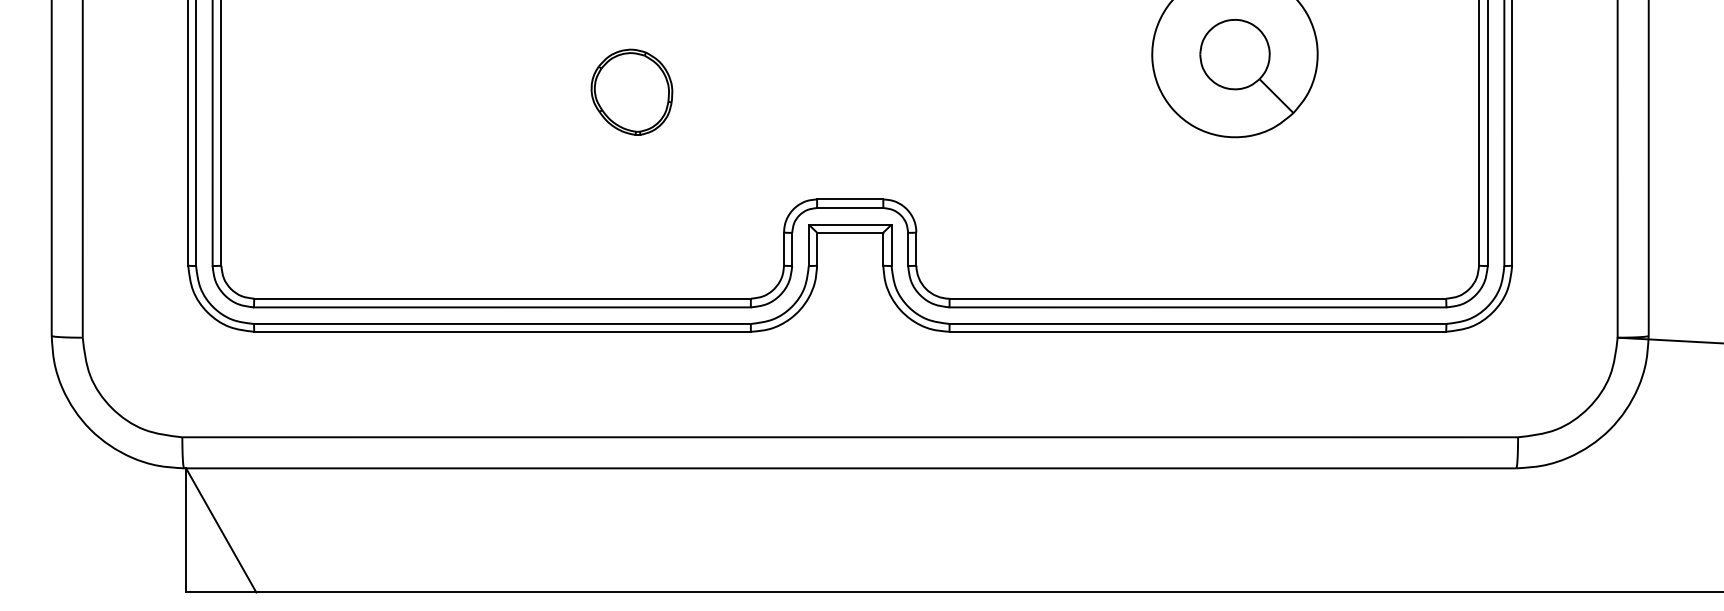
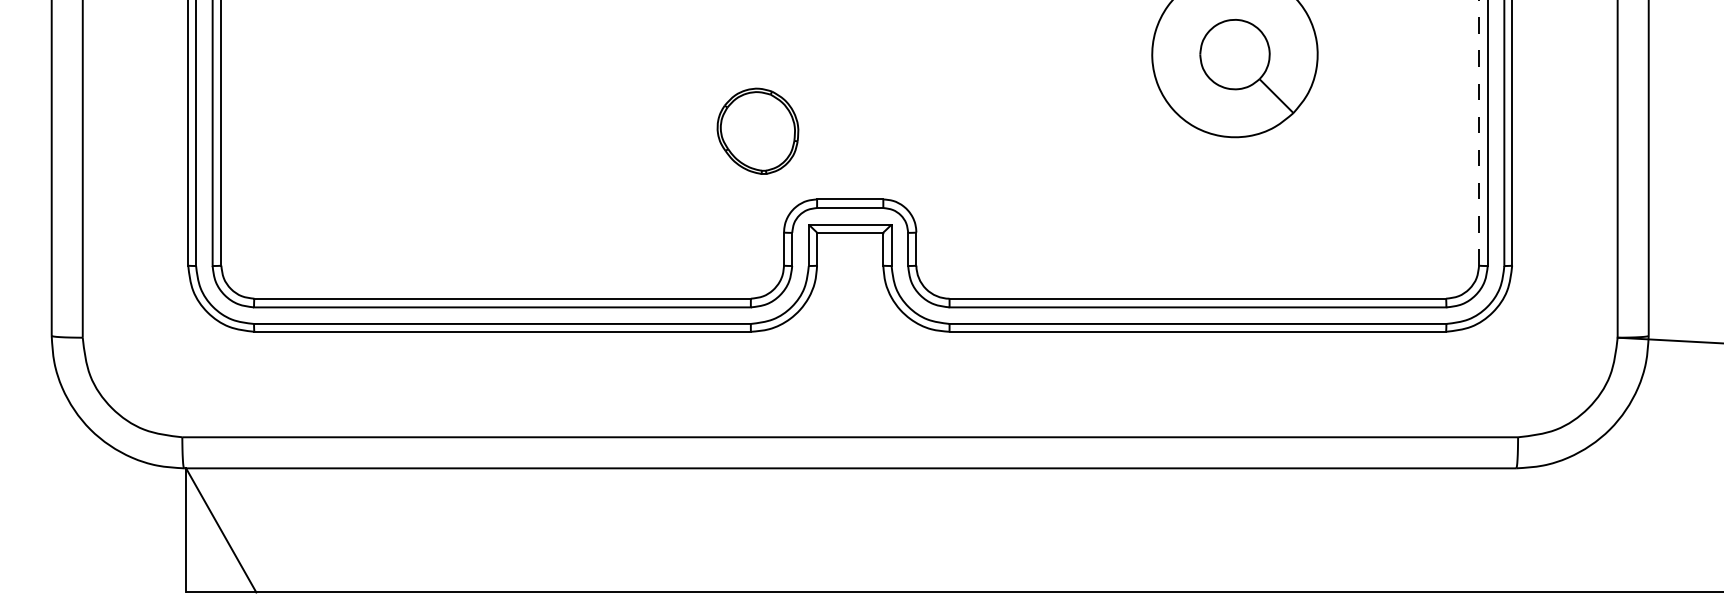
part at (631, 91) position: (631, 91) -> (757, 130)
line at (1479, 132): solid -> dashed
